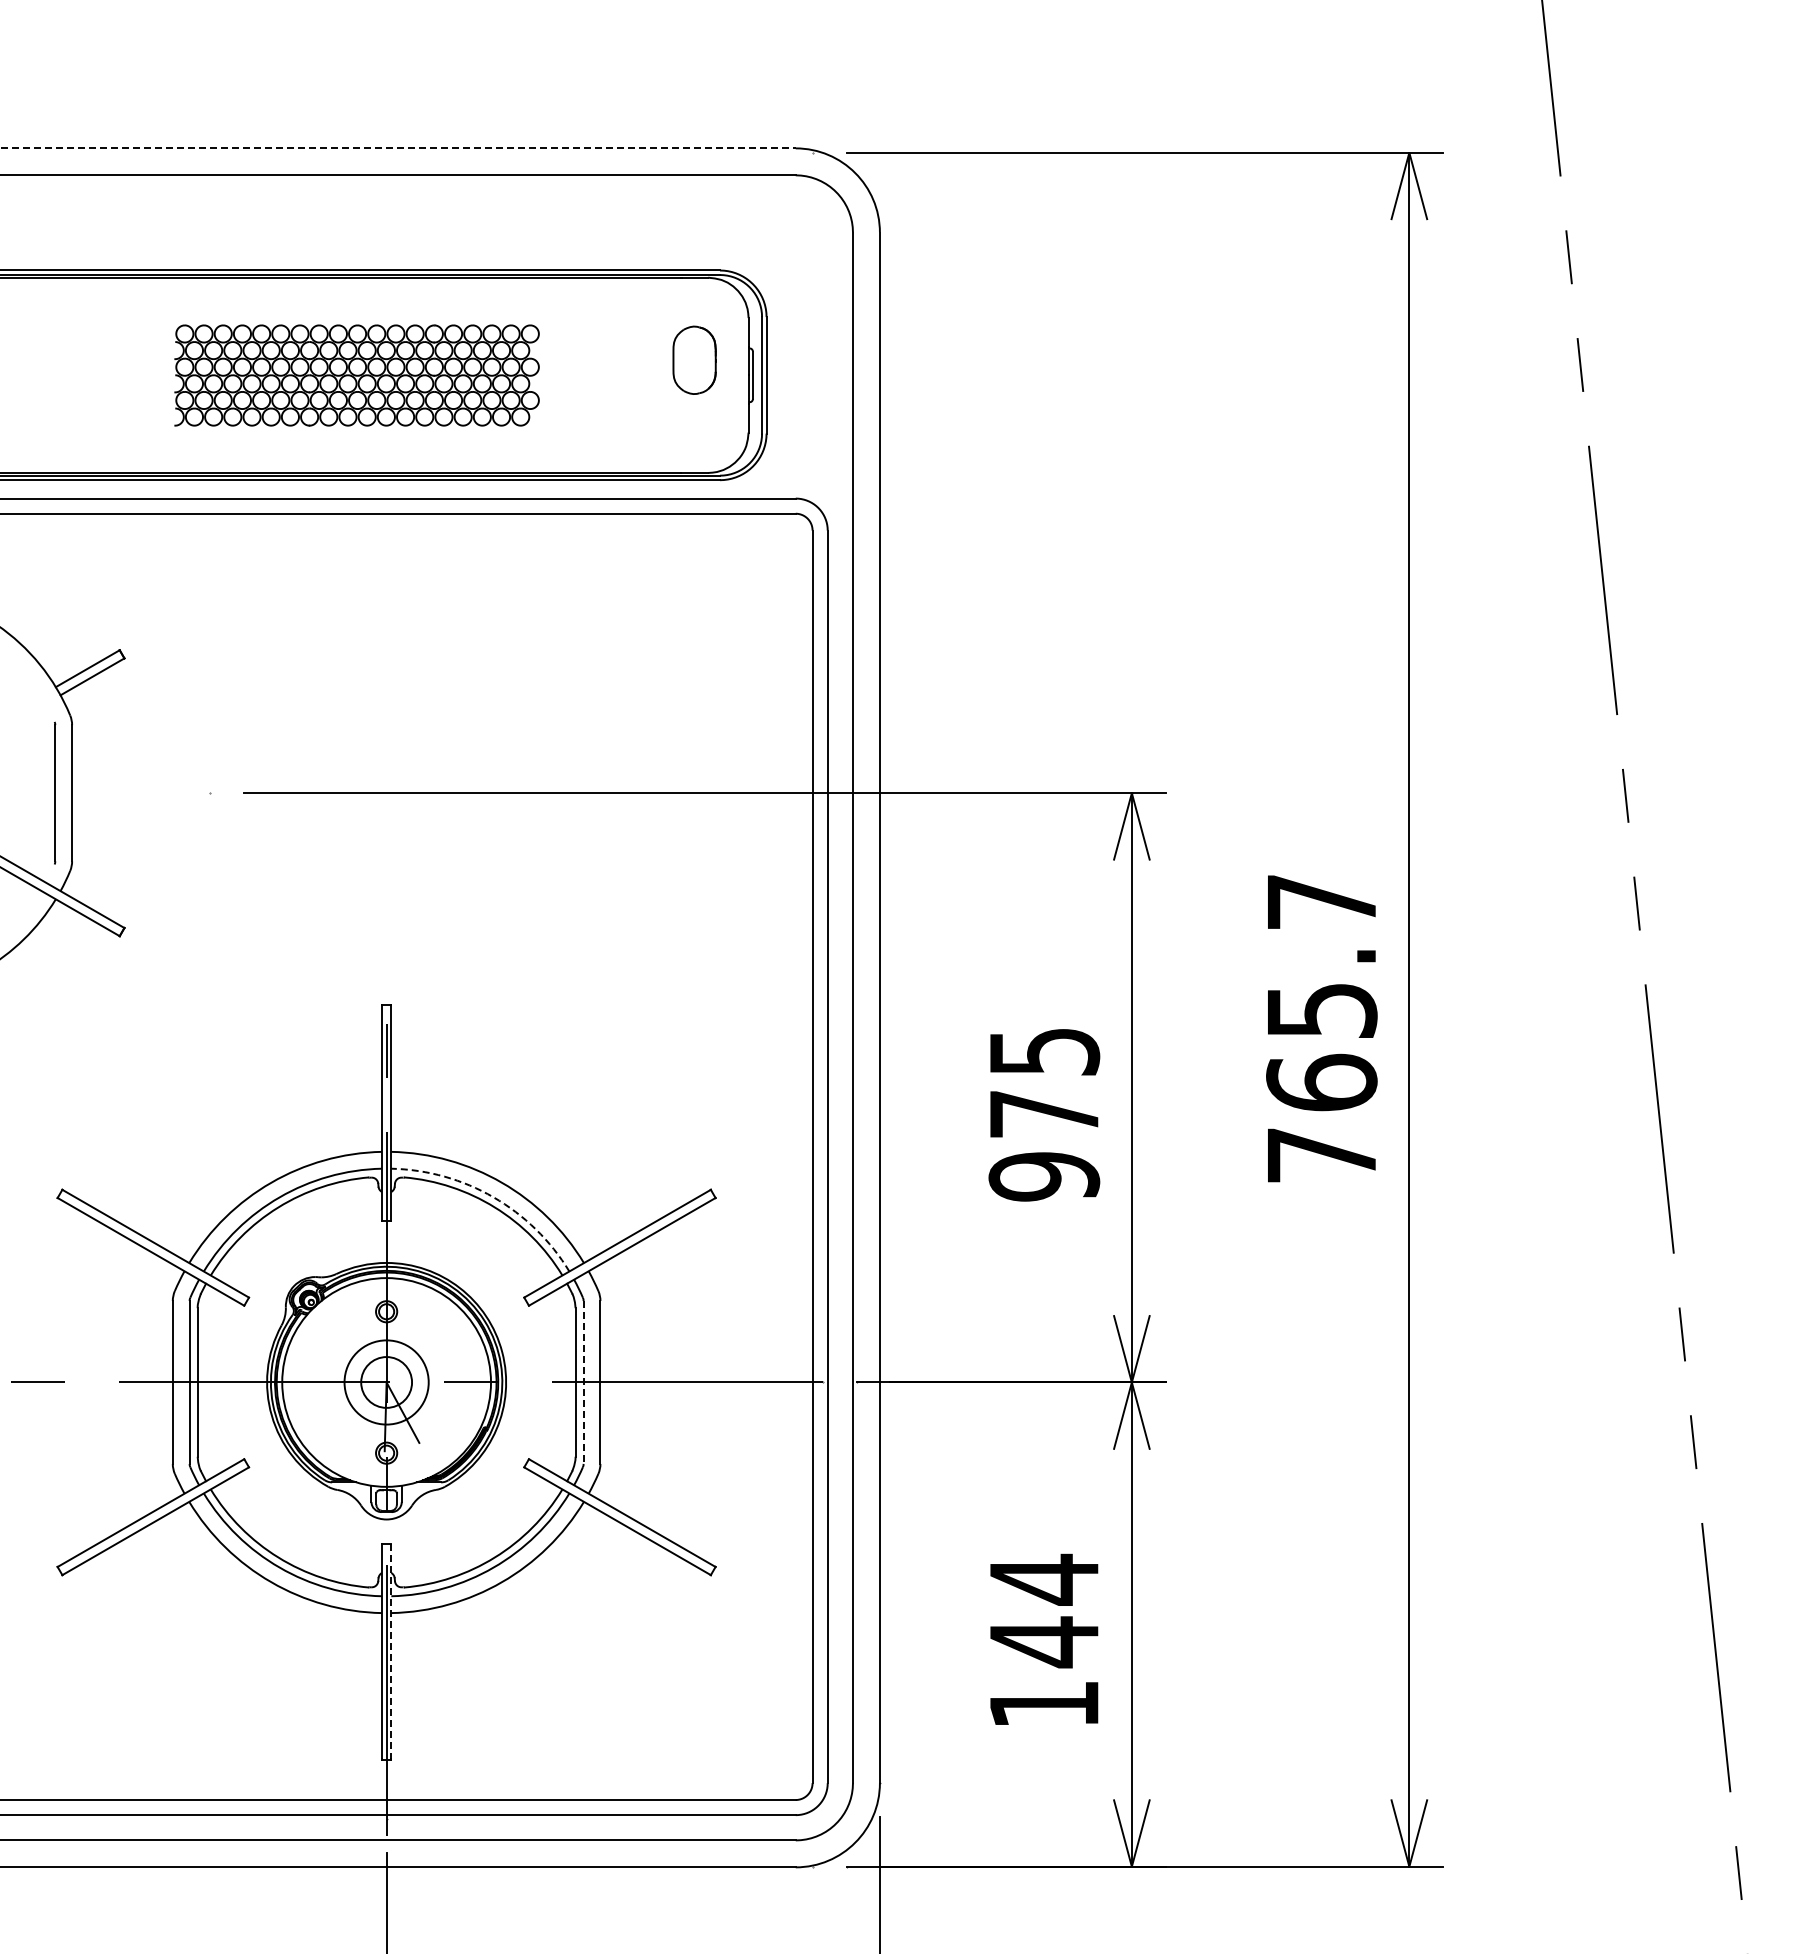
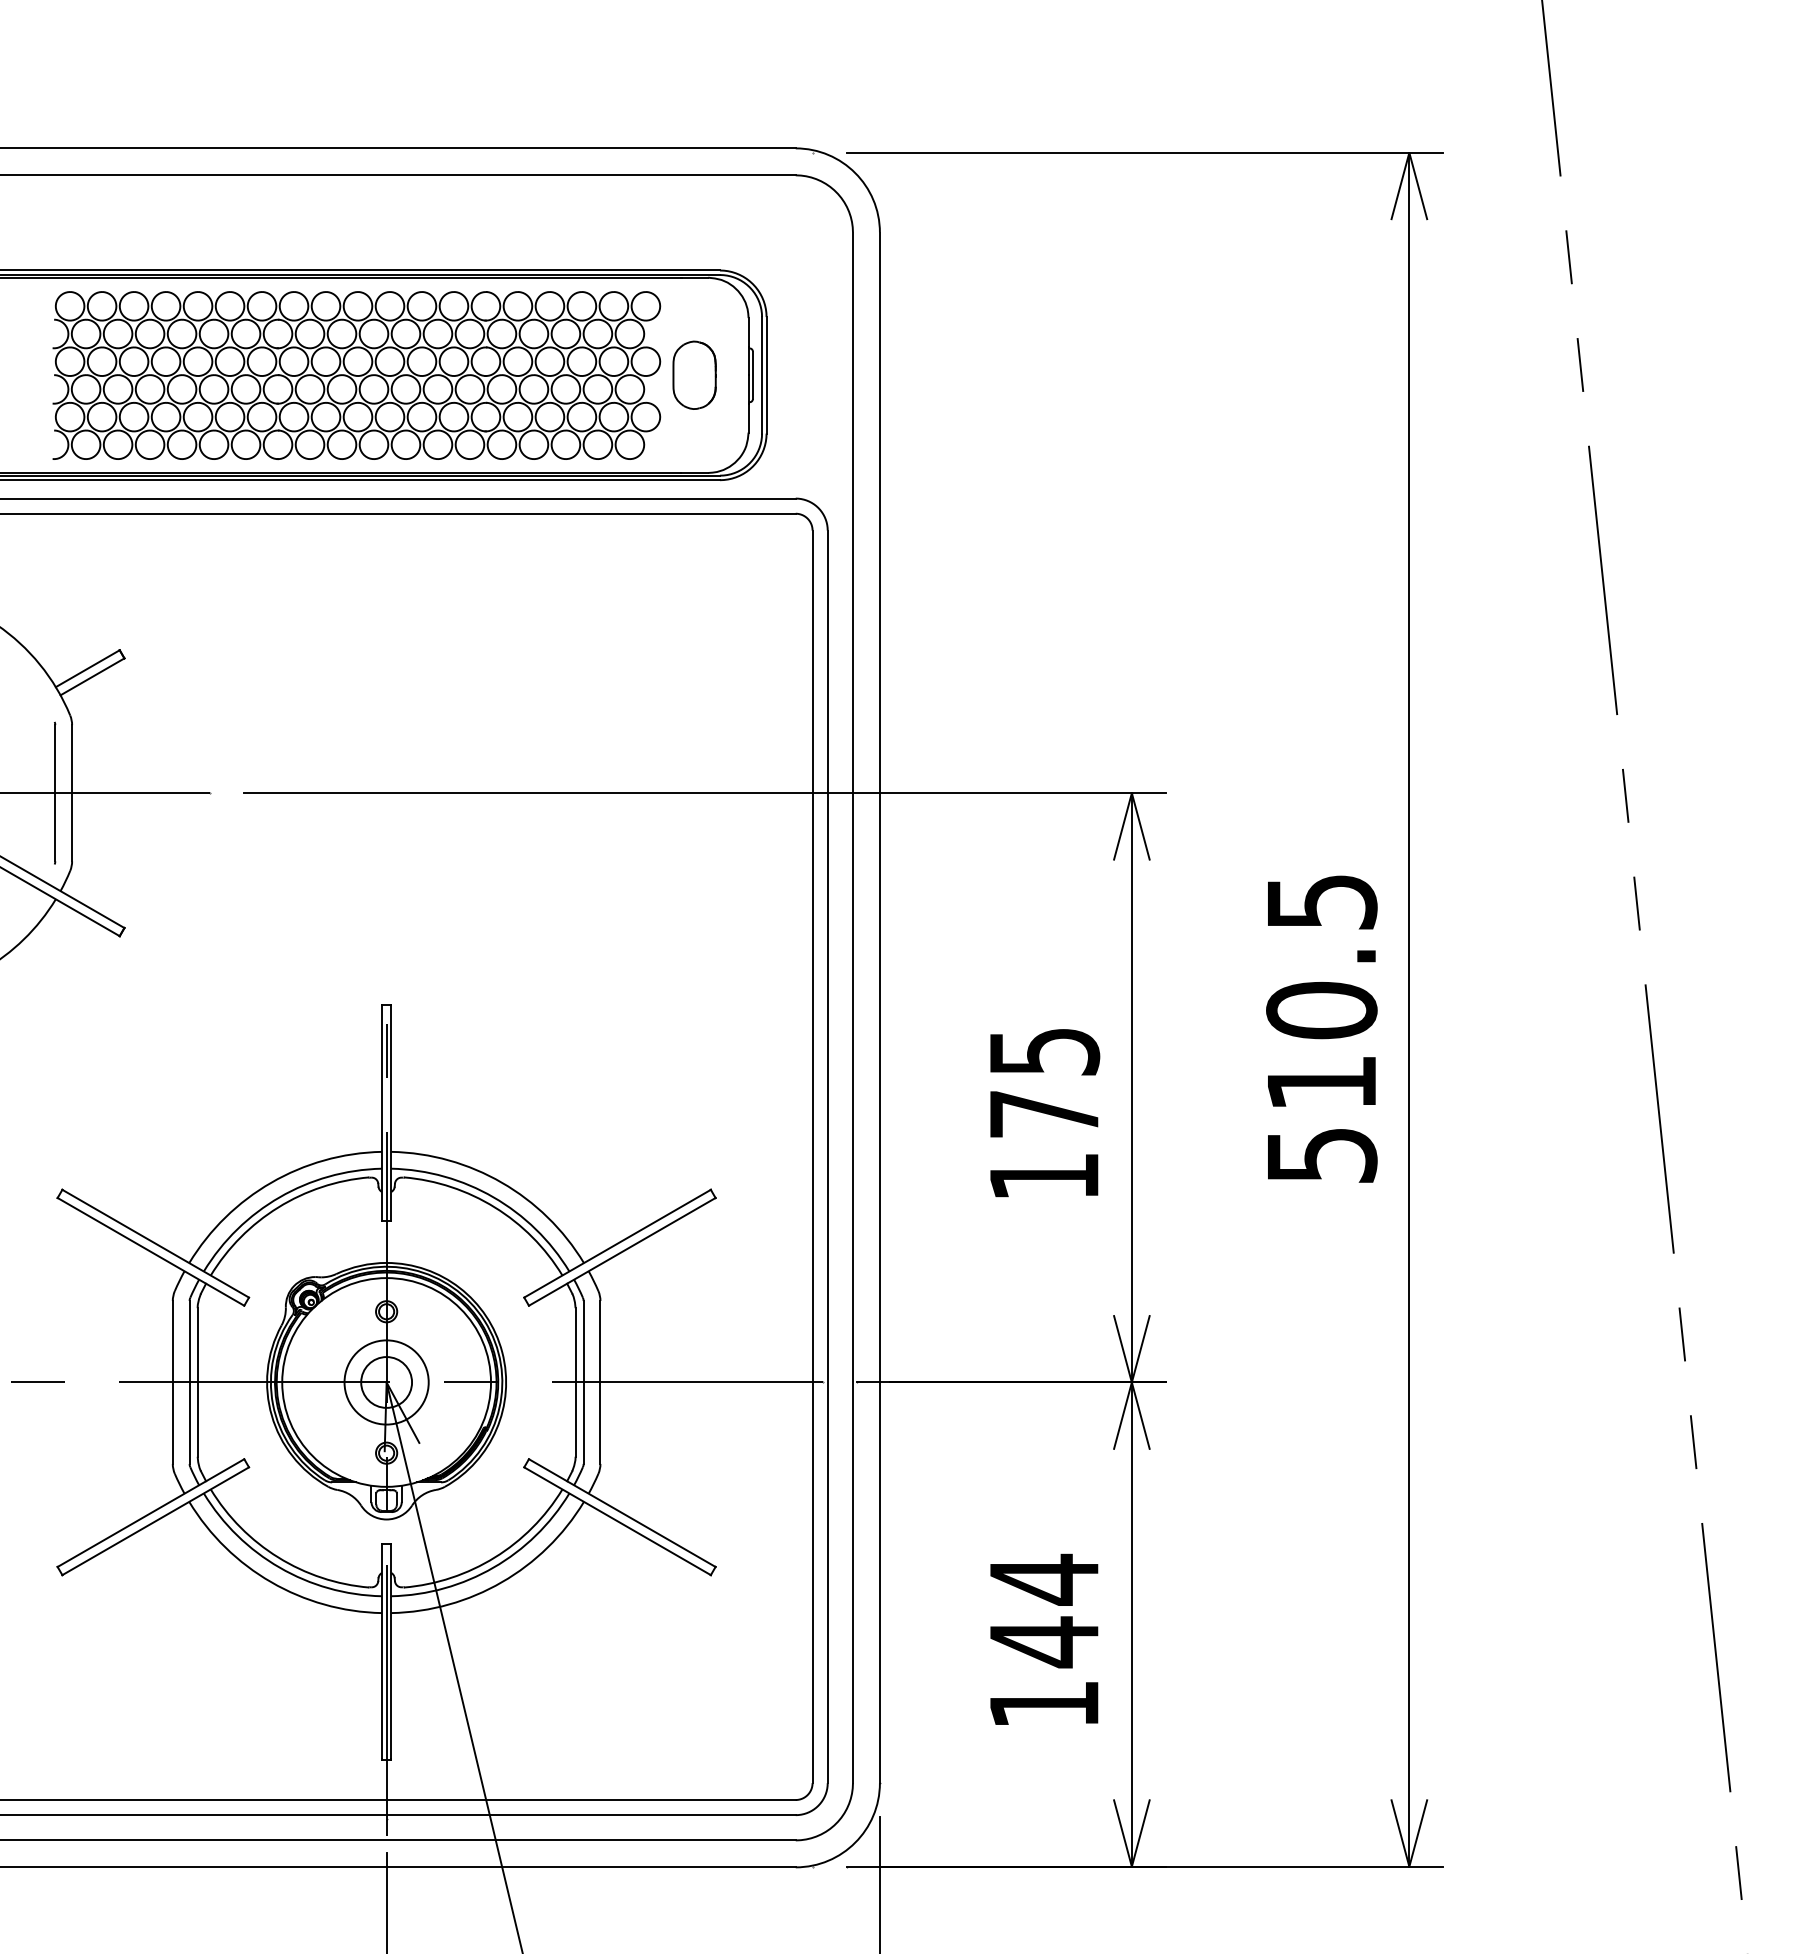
line at (397, 148): dashed -> solid
part at (694, 359) position: (694, 359) -> (694, 374)
part at (356, 375) size: 366x103 px -> 610x169 px
line at (106, 793): none -> present
text at (1321, 1028): 765.7 -> 510.5
text at (1044, 1176): 975 -> 175
arc at (493, 1197): dashed -> solid
line at (583, 1382): dashed -> solid
line at (391, 1651): dashed -> solid
line at (454, 1666): none -> present
